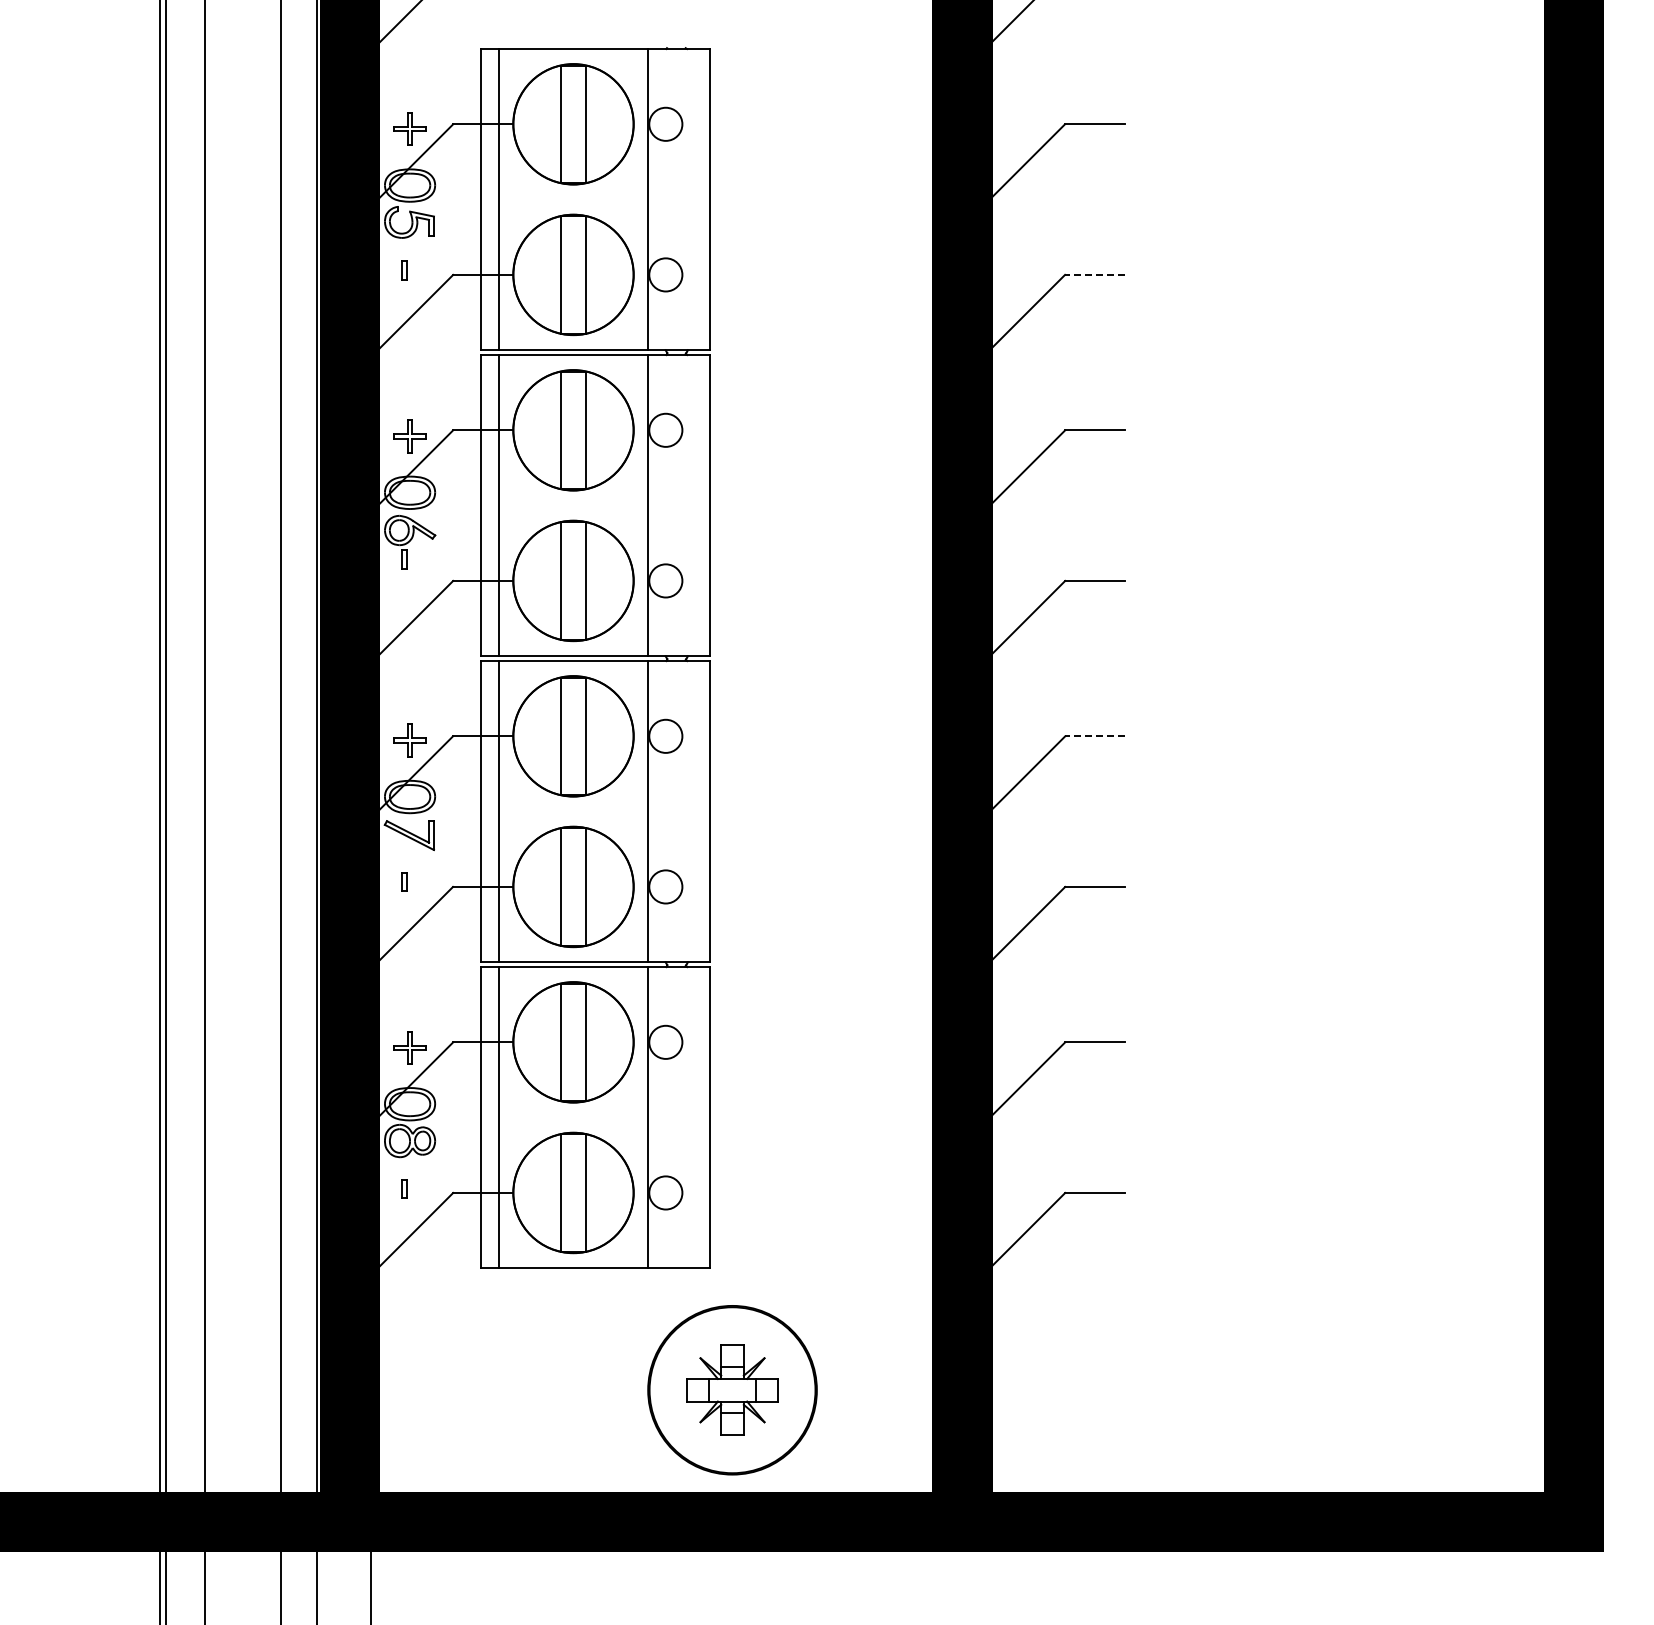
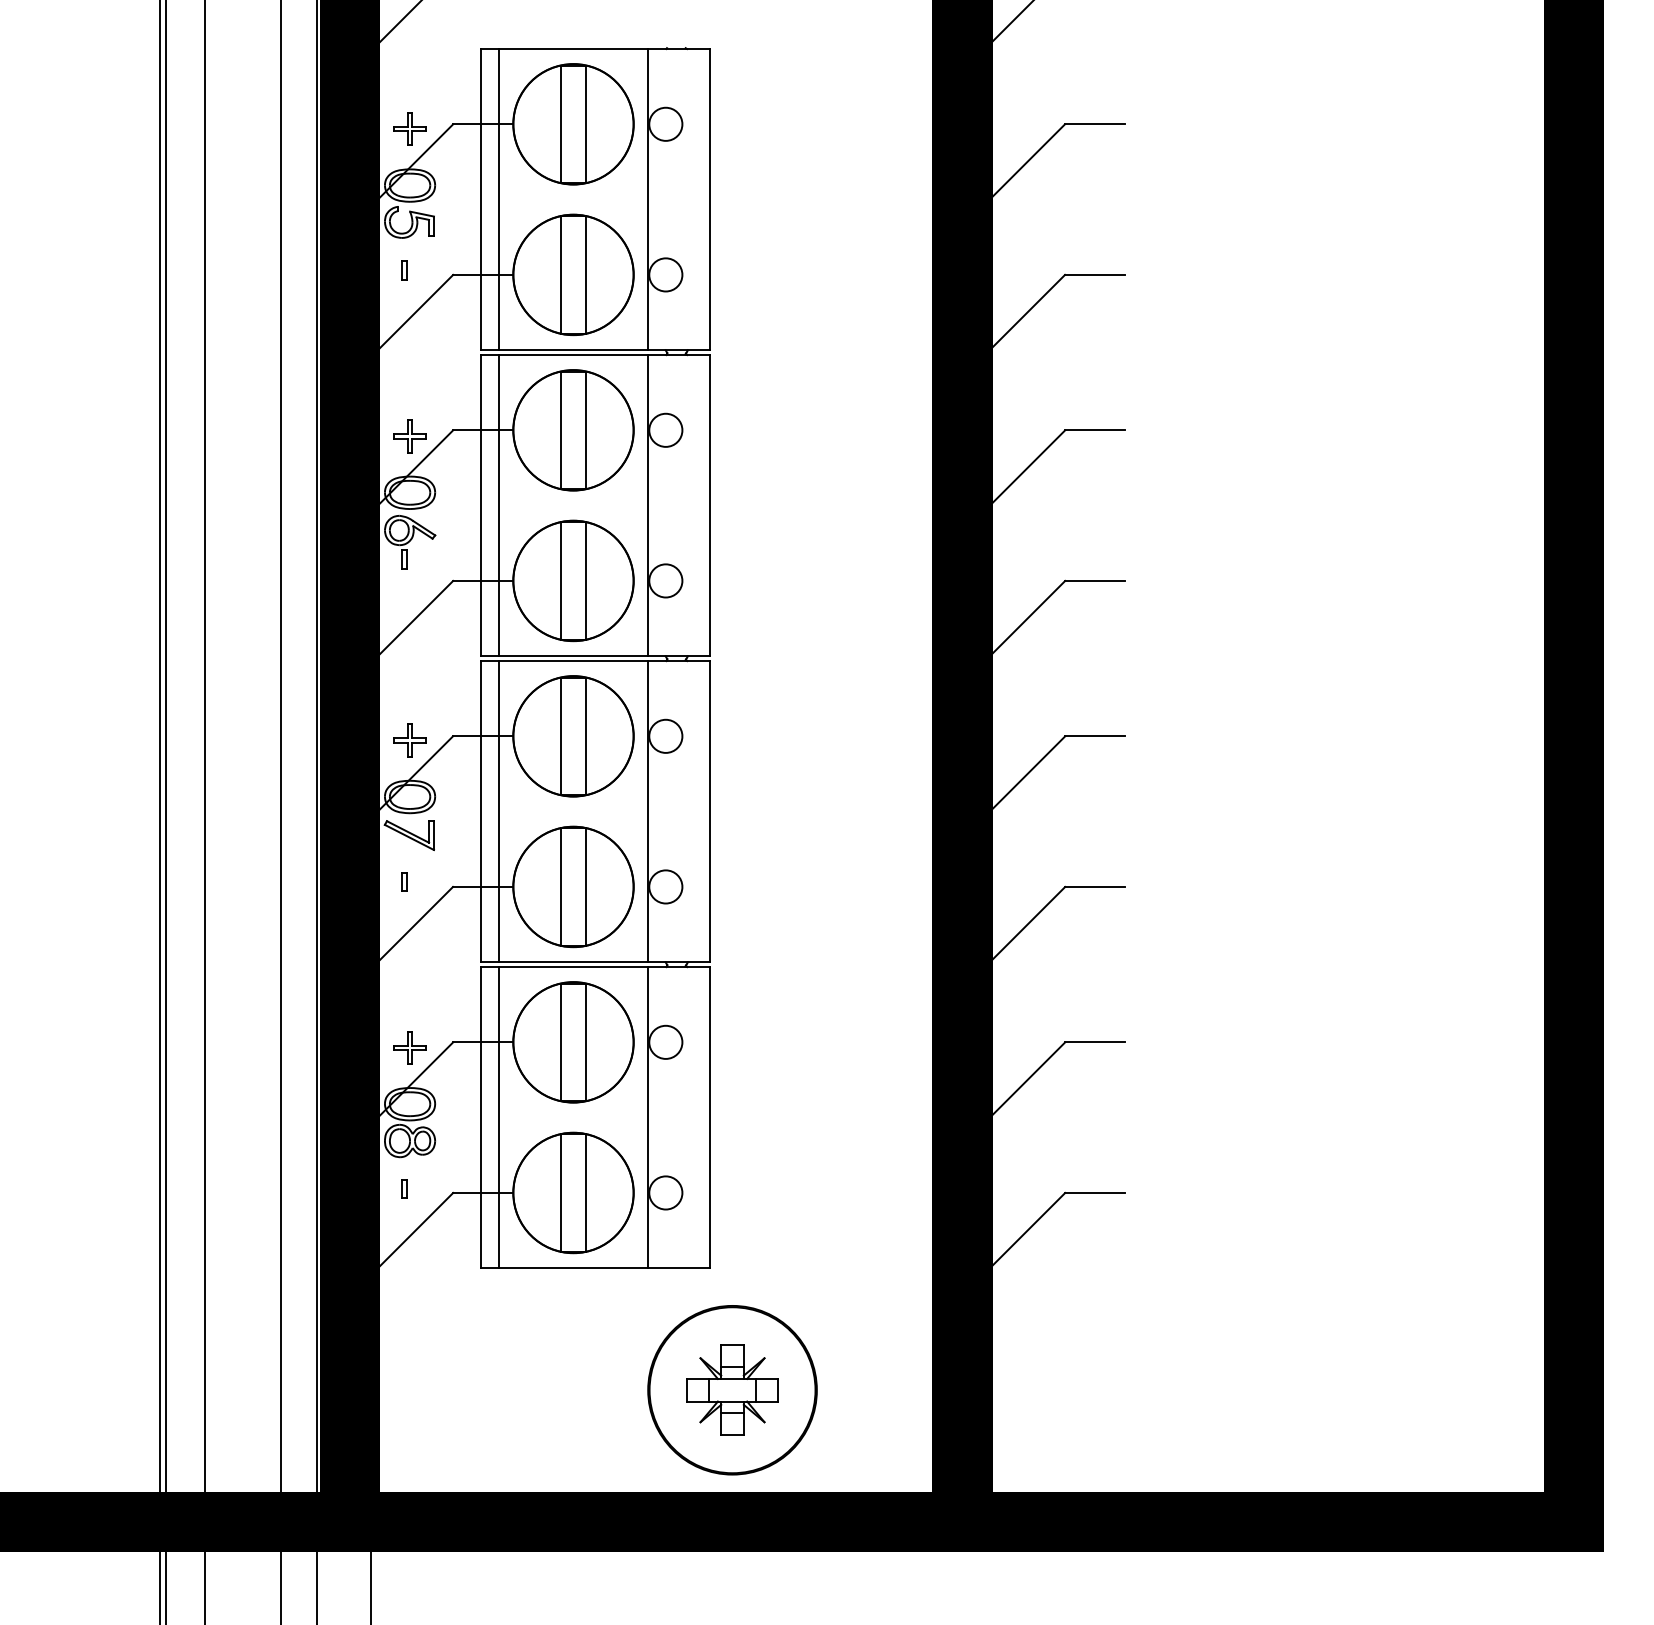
line at (1094, 274): dashed -> solid
line at (1094, 736): dashed -> solid
